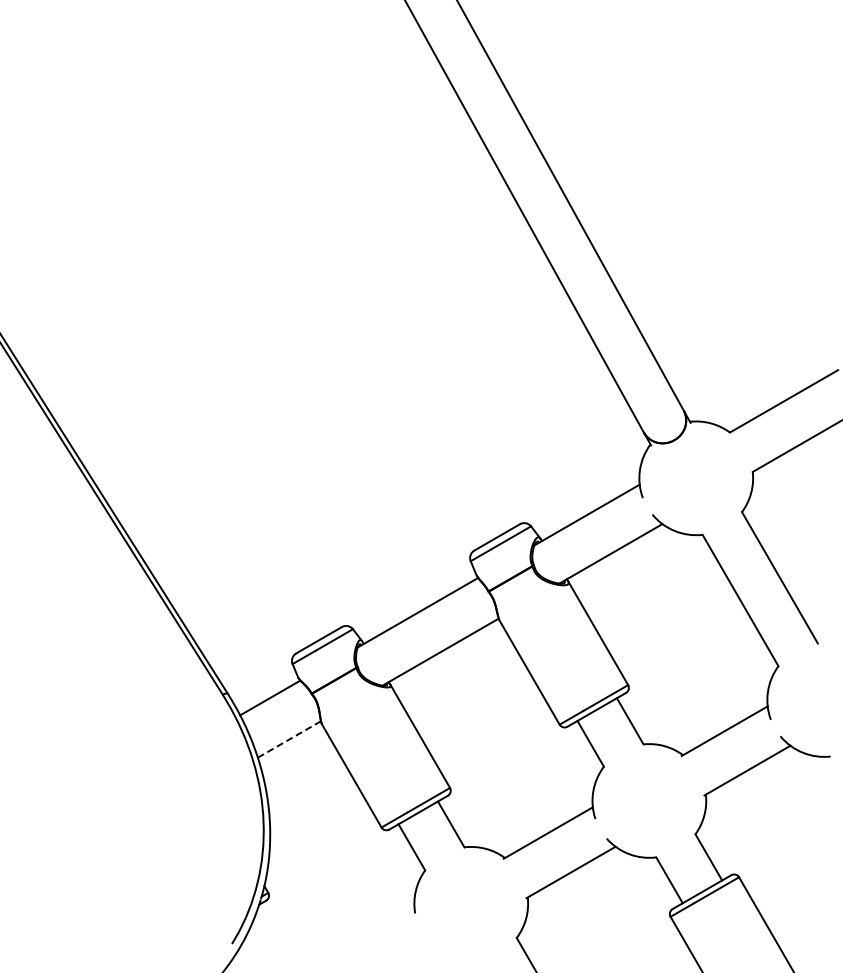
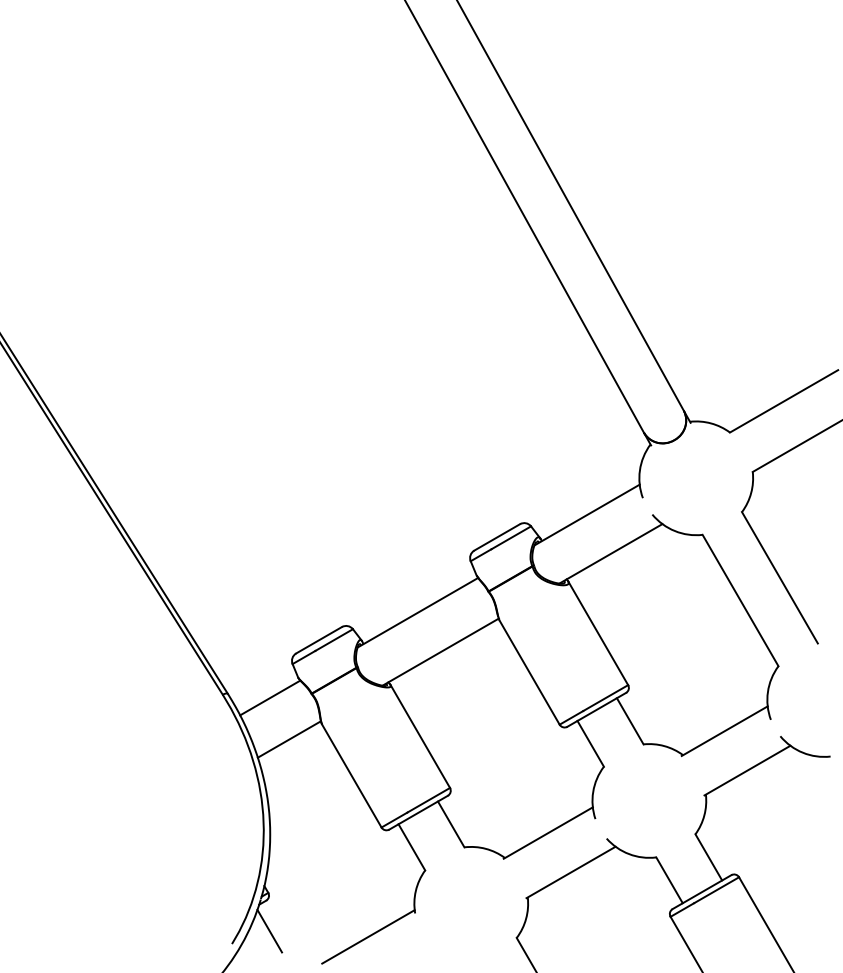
line at (289, 739): dashed -> solid
line at (269, 930): none -> present
line at (368, 936): none -> present
